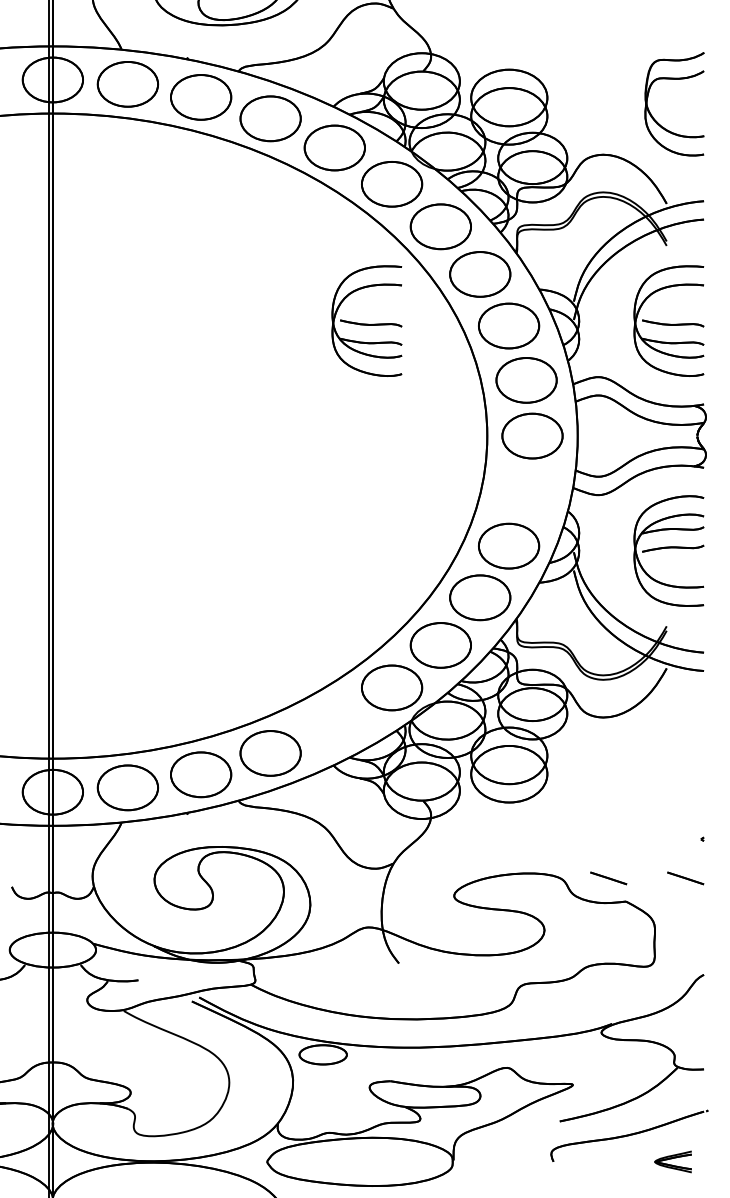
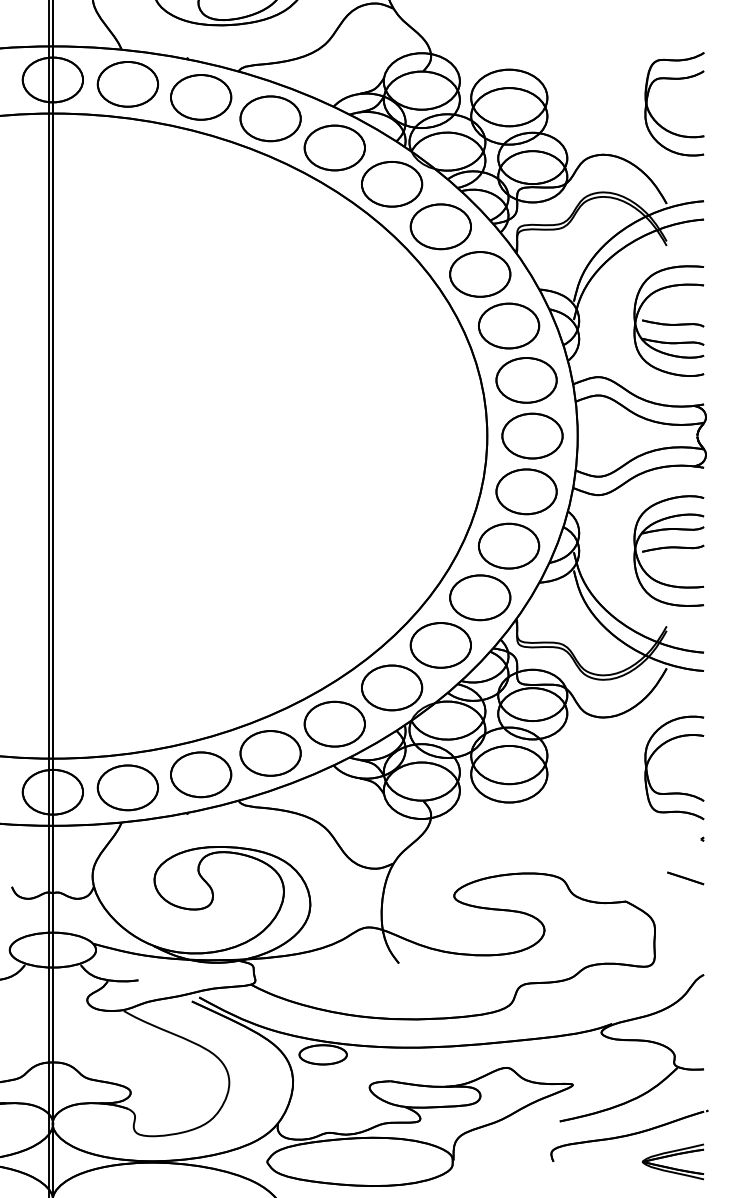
part at (366, 320): present -> none
part at (526, 491): none -> present
part at (334, 723): none -> present
part at (657, 750): none -> present
line at (608, 878): present -> none
part at (672, 1161) size: 38x24 px -> 63x38 px
